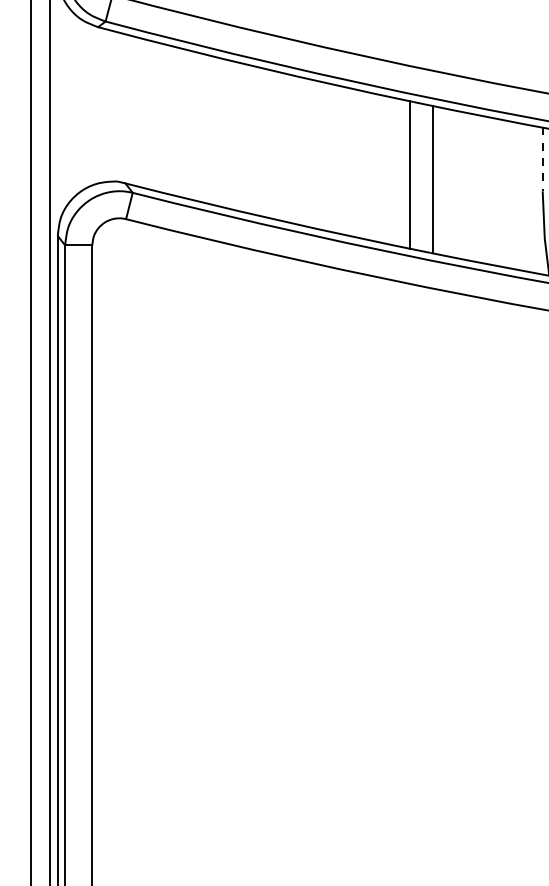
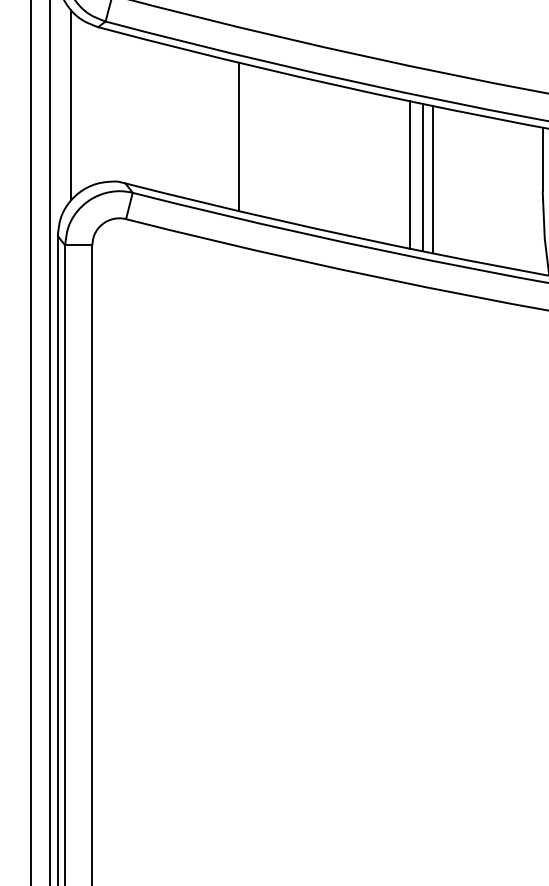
line at (71, 104): none -> present
line at (239, 136): none -> present
line at (542, 159): dashed -> solid
line at (423, 177): none -> present
